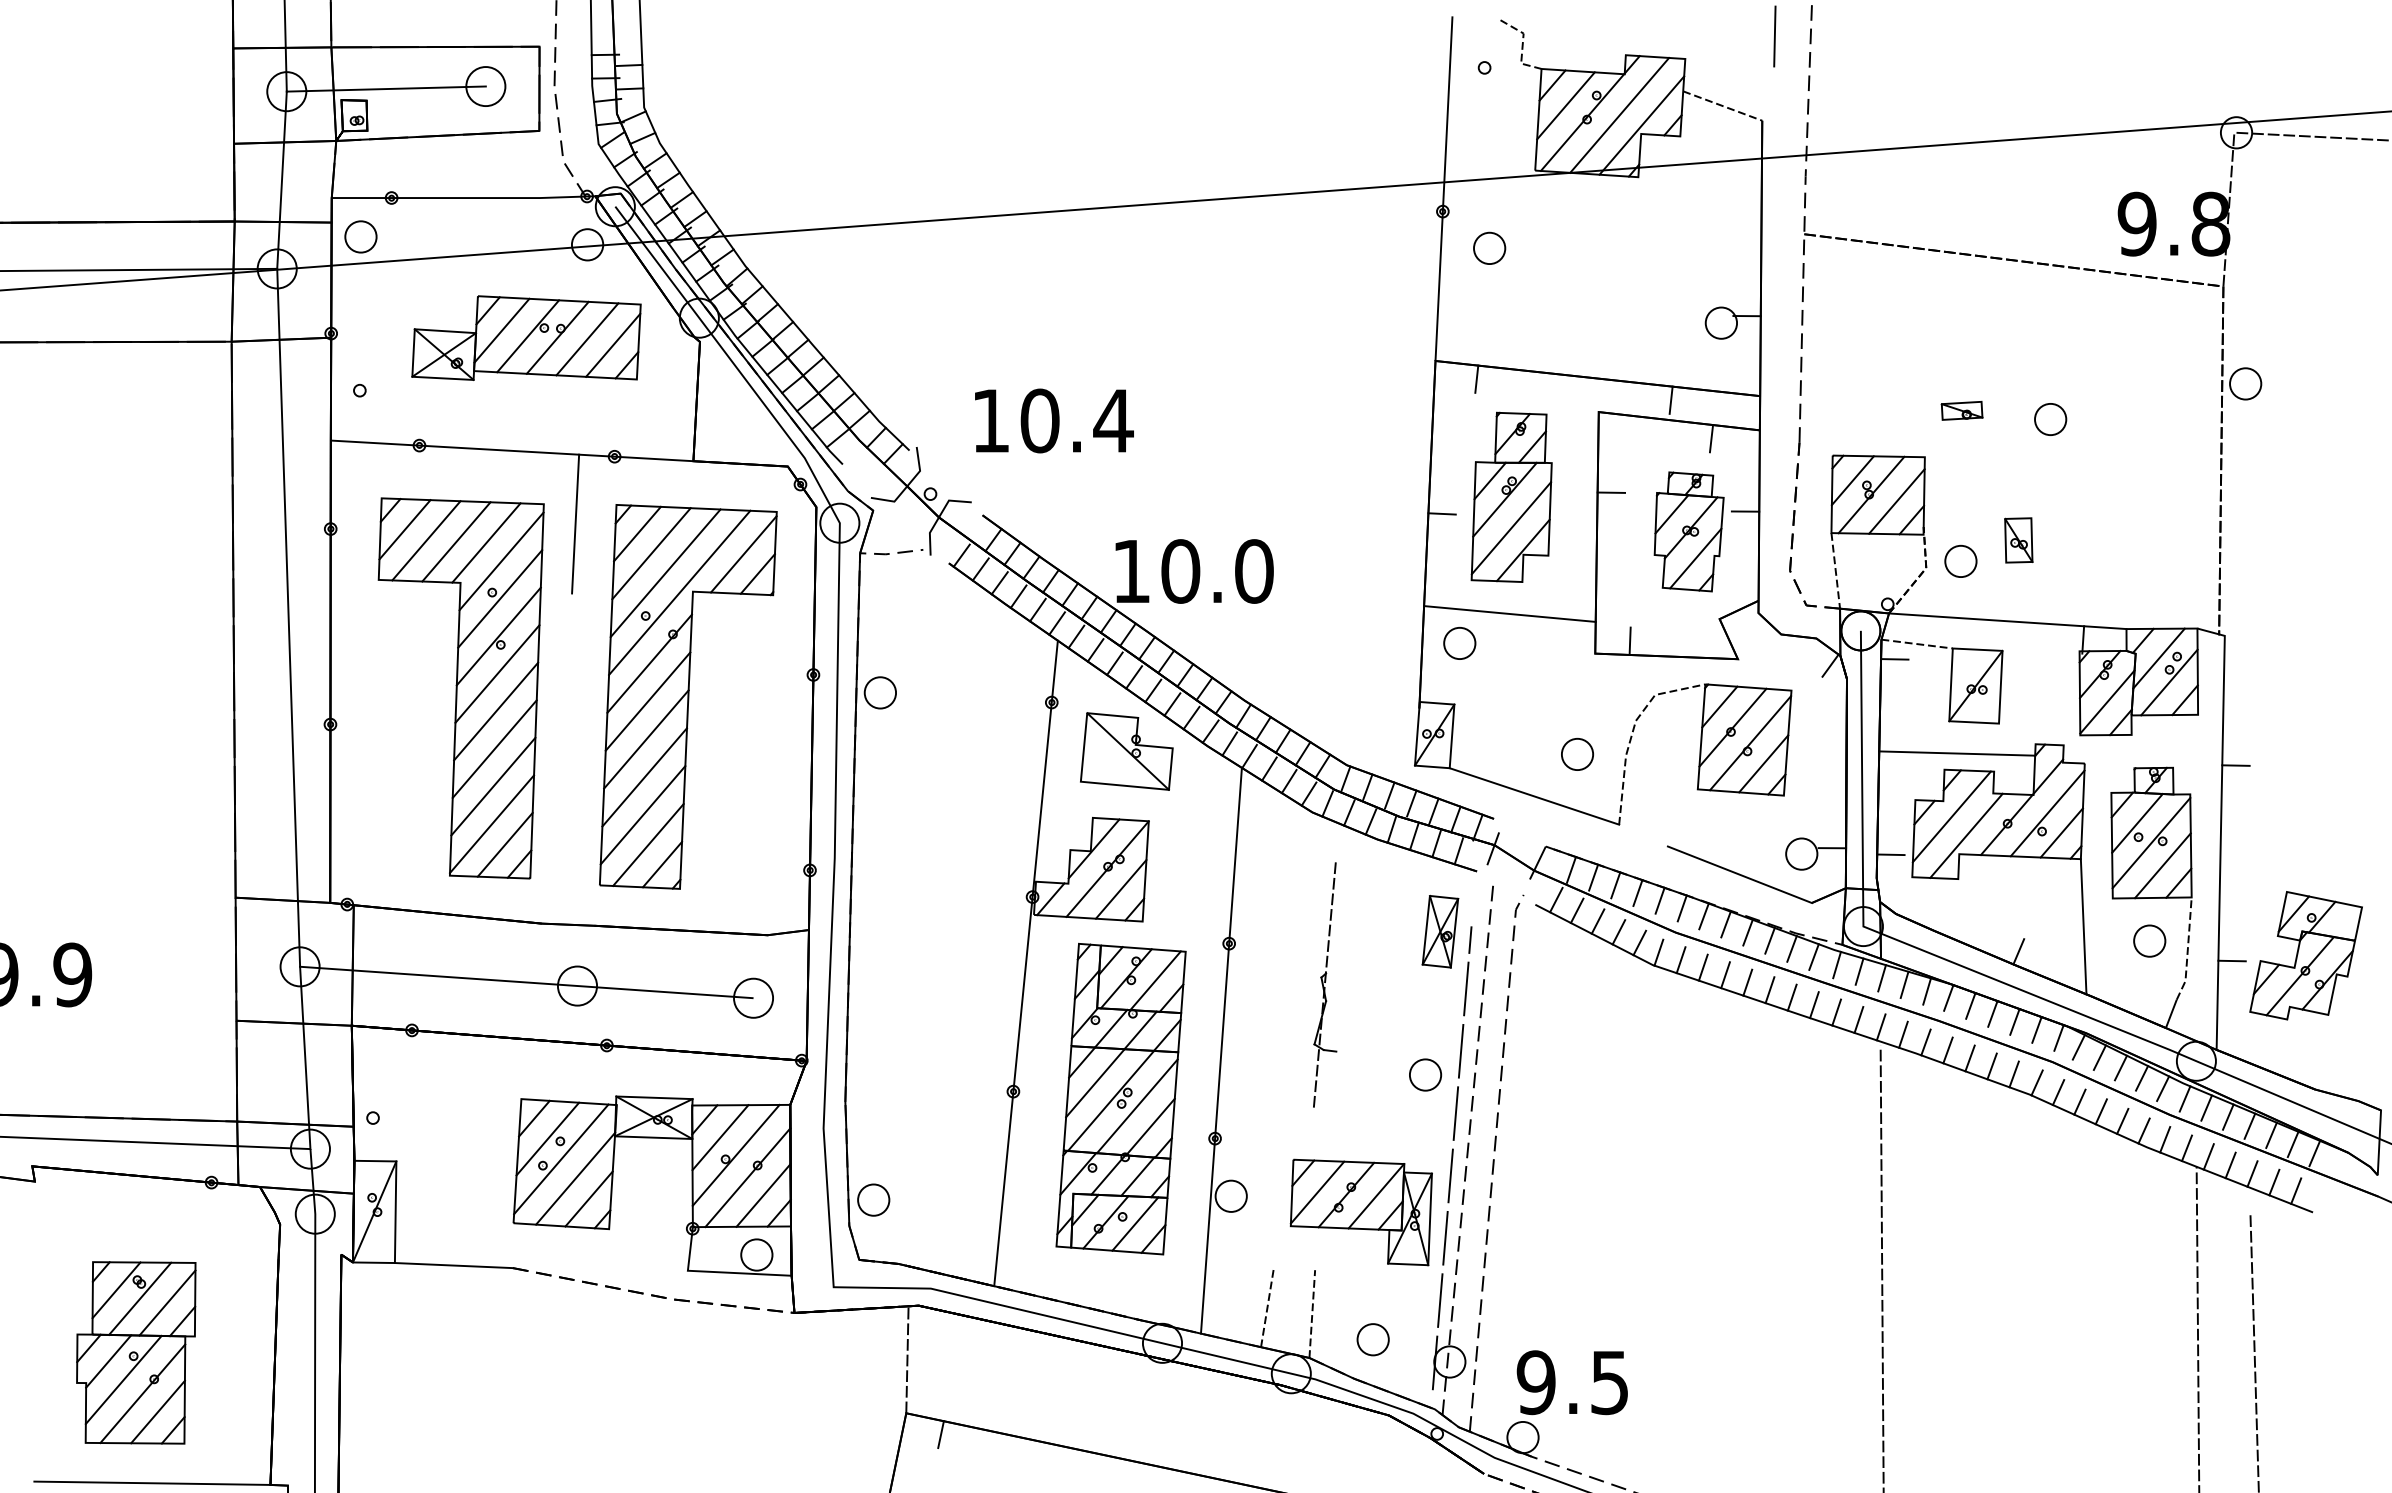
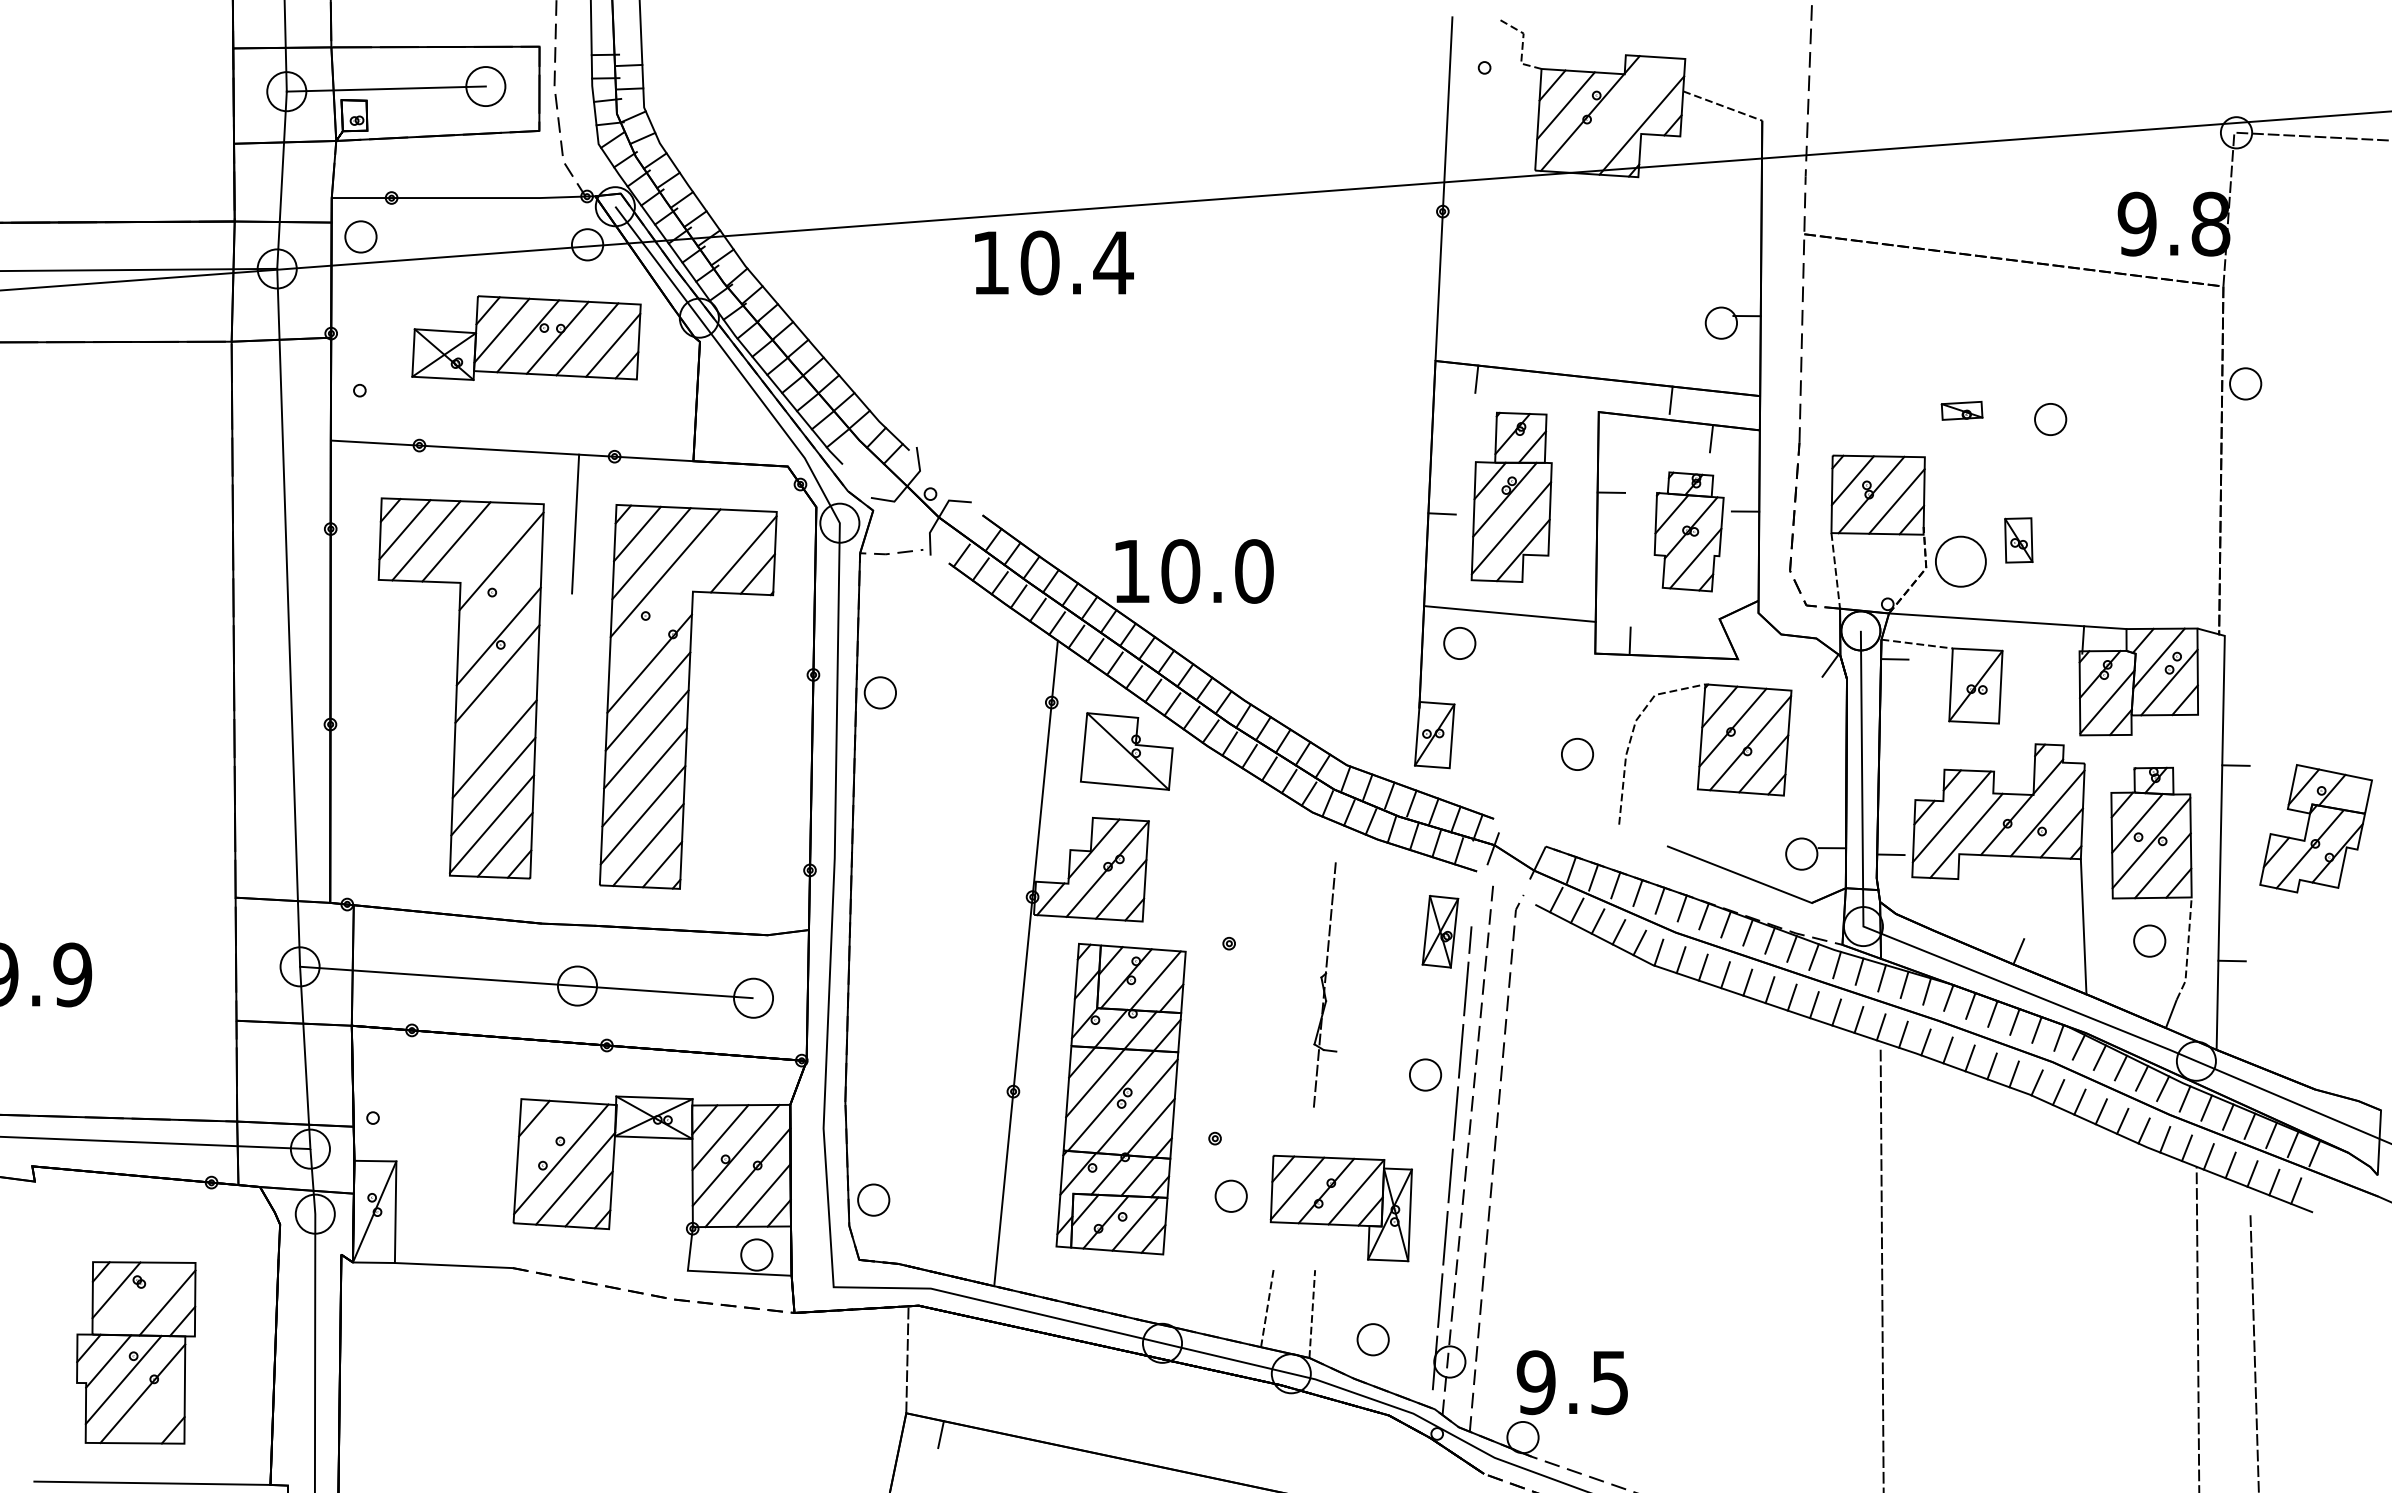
line at (1774, 36): present -> none
line at (1619, 114): present -> none
part at (1489, 247): present -> none
text at (1054, 420) position: (1054, 420) -> (1054, 262)
line at (486, 542): present -> none
part at (1960, 560) size: 34x34 px -> 52x53 px
line at (679, 592): present -> none
line at (500, 598): present -> none
line at (496, 711): present -> none
line at (1957, 753): present -> none
line at (1534, 796): present -> none
part at (2305, 955) position: (2305, 955) -> (2315, 828)
line at (1220, 1050): present -> none
line at (547, 1138): present -> none
part at (1360, 1212) position: (1360, 1212) -> (1340, 1208)
line at (140, 1298): present -> none
line at (157, 1411): present -> none
